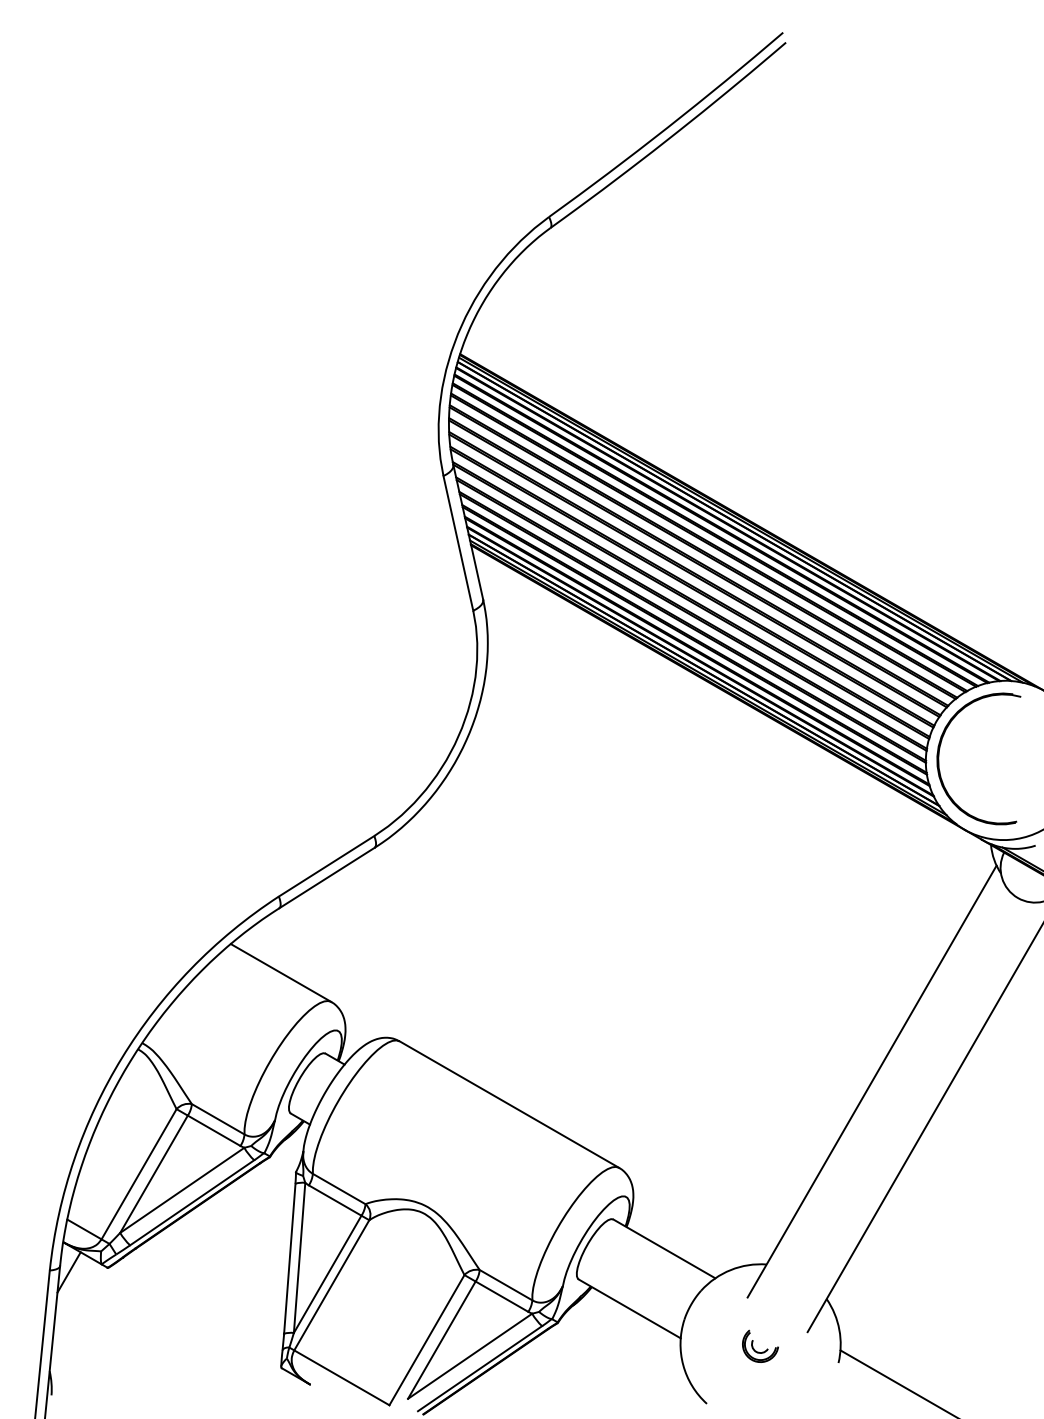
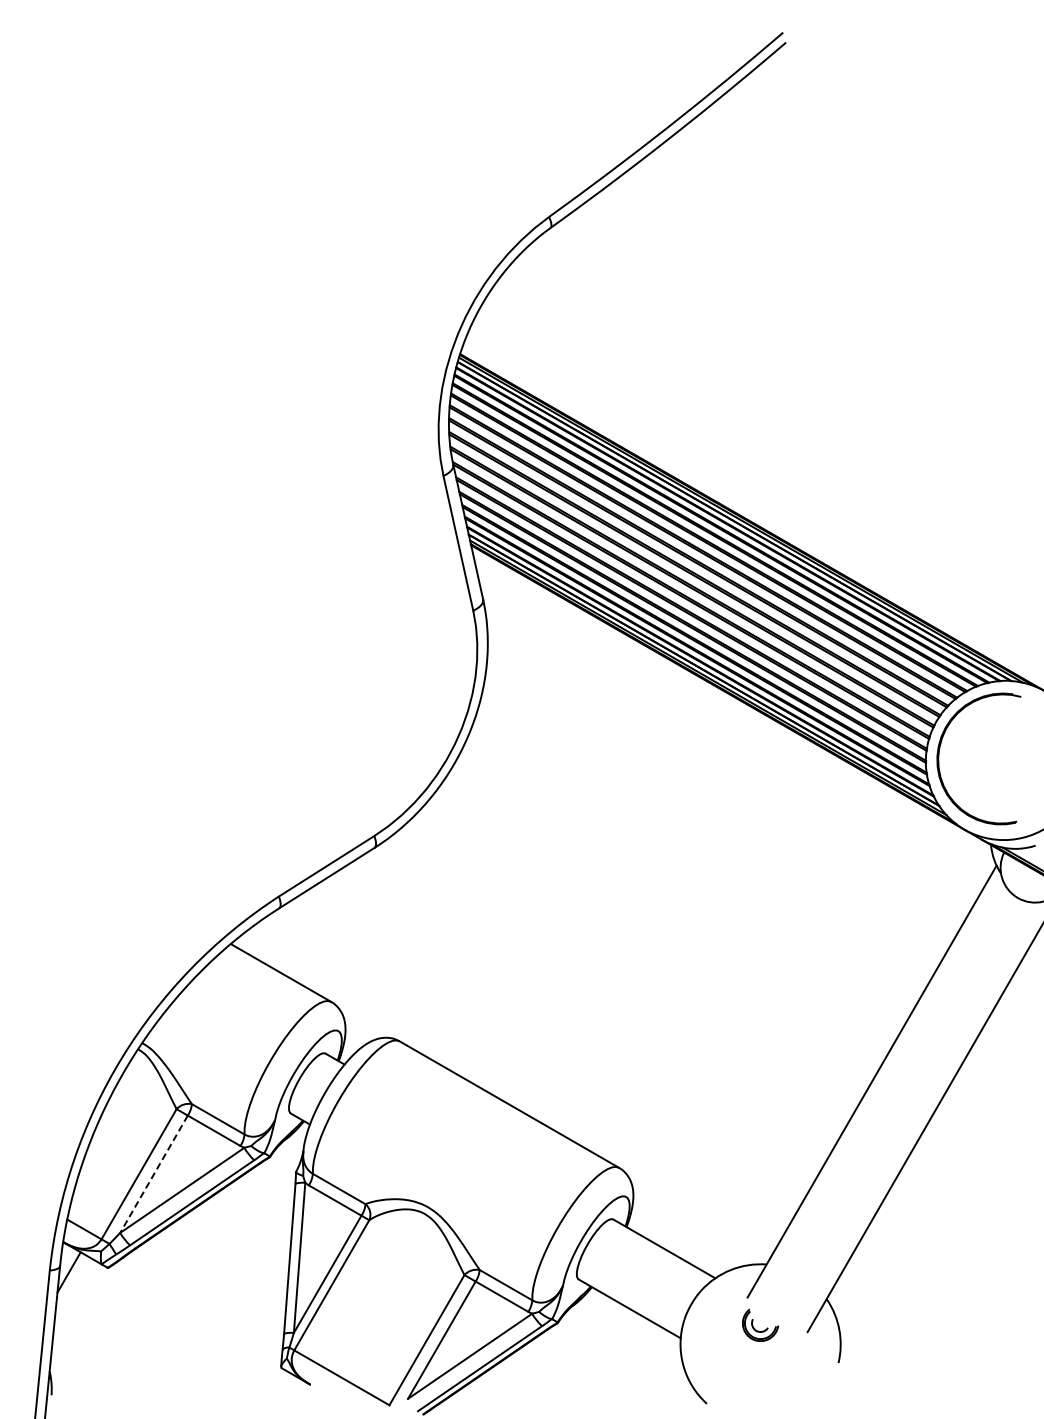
line at (154, 1174): solid -> dashed
part at (758, 1351) position: (758, 1351) -> (758, 1330)
line at (897, 1382): present -> none
